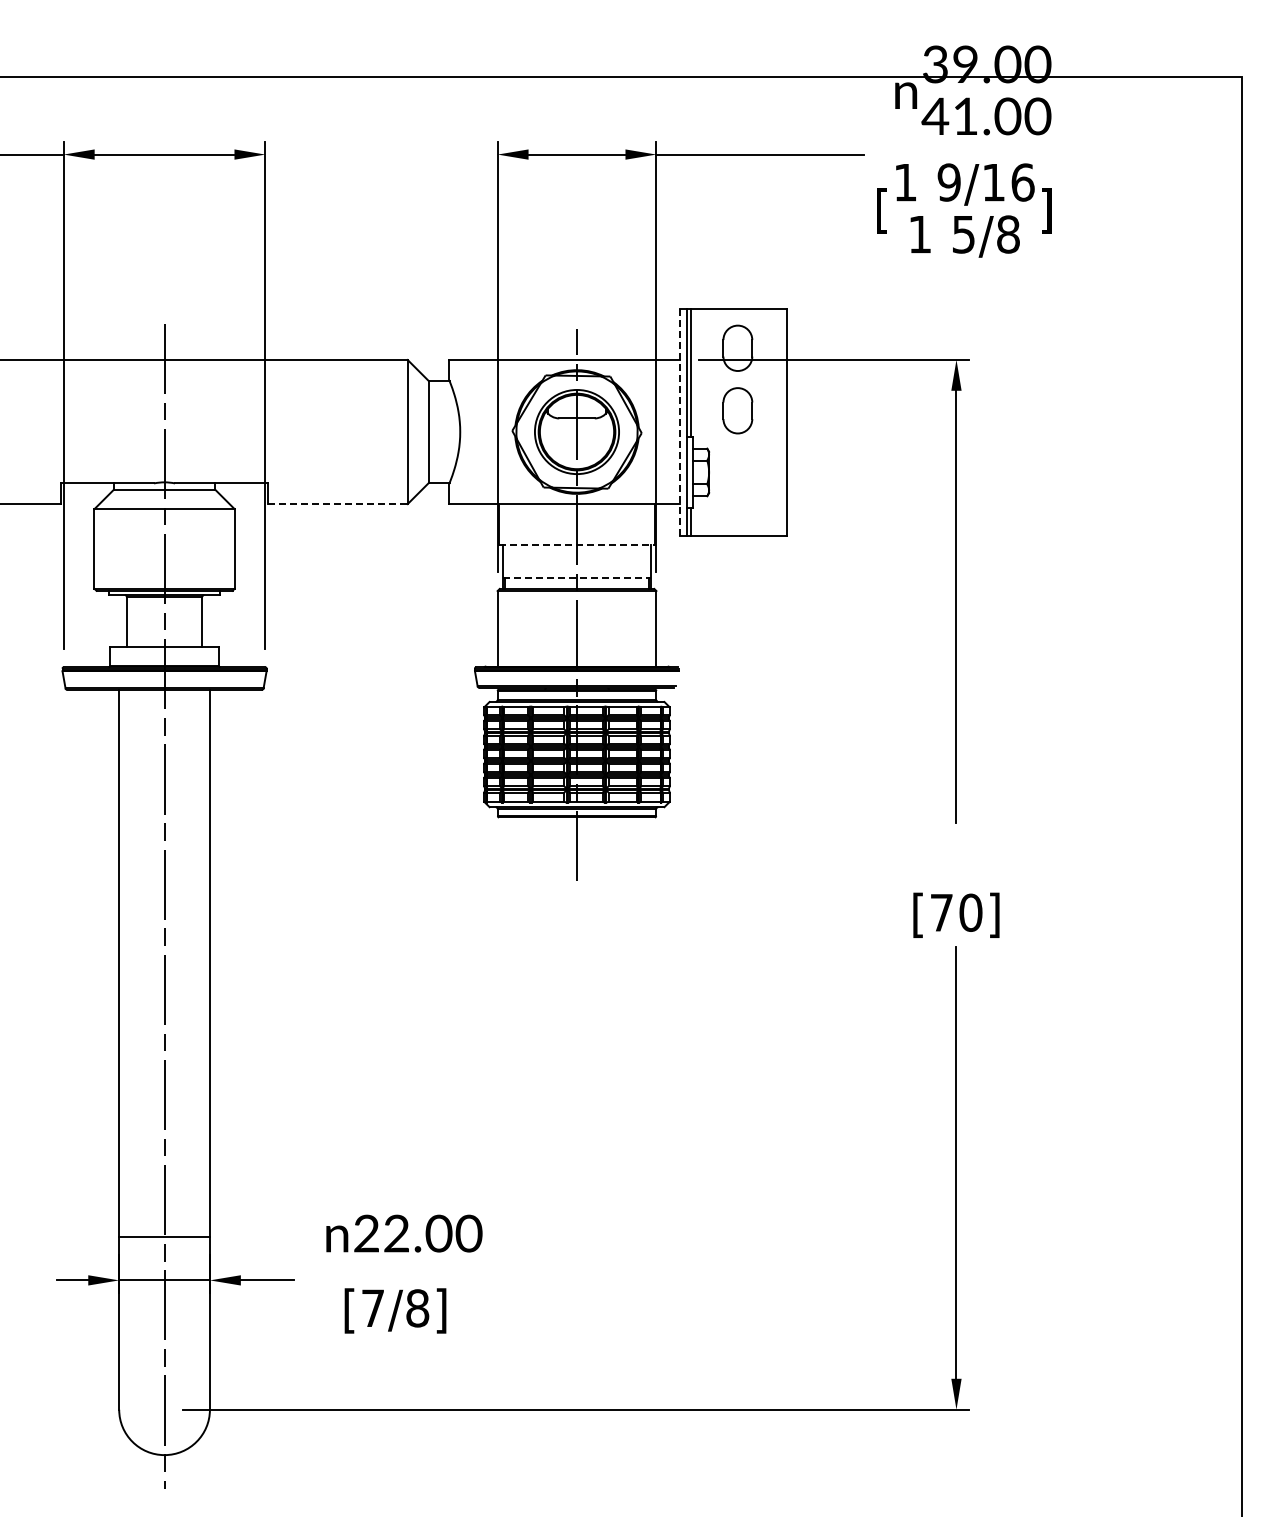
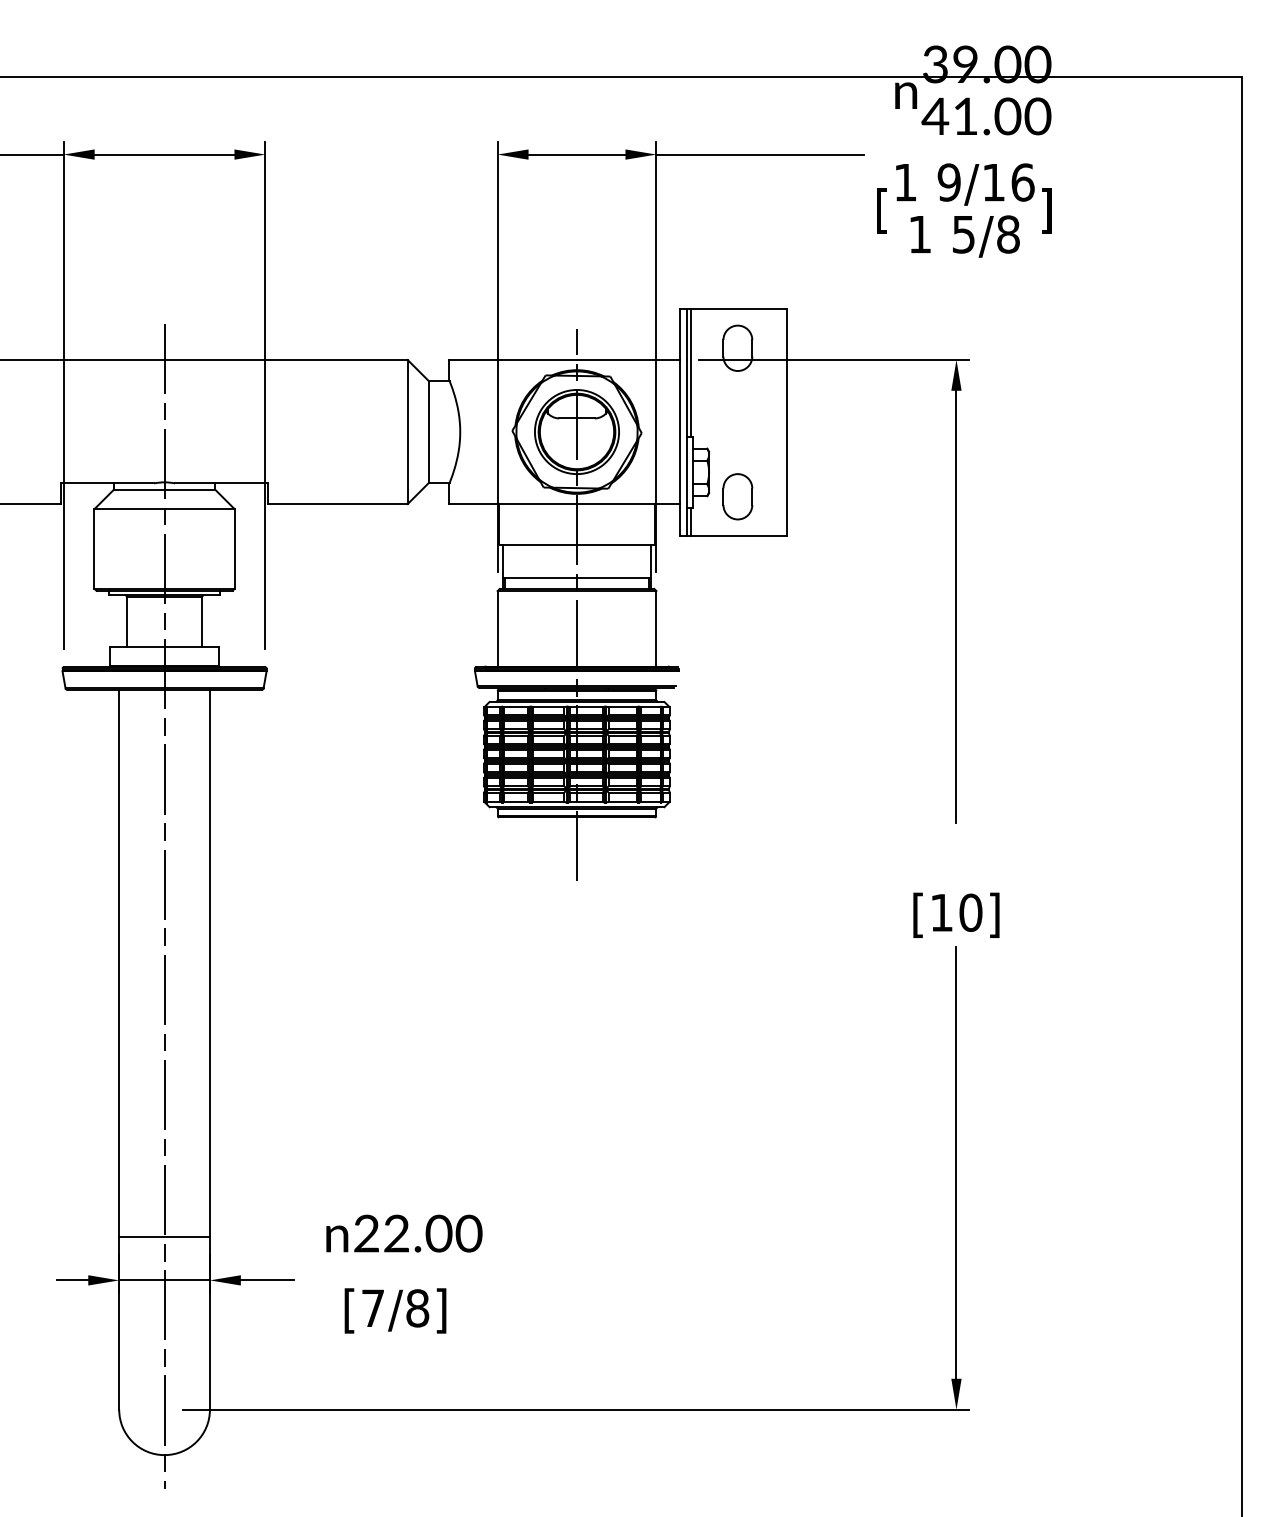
part at (737, 410) position: (737, 410) -> (737, 496)
line at (680, 423): dashed -> solid
line at (338, 504): dashed -> solid
line at (577, 545): dashed -> solid
line at (577, 578): dashed -> solid
text at (941, 912): [70] -> [10]
